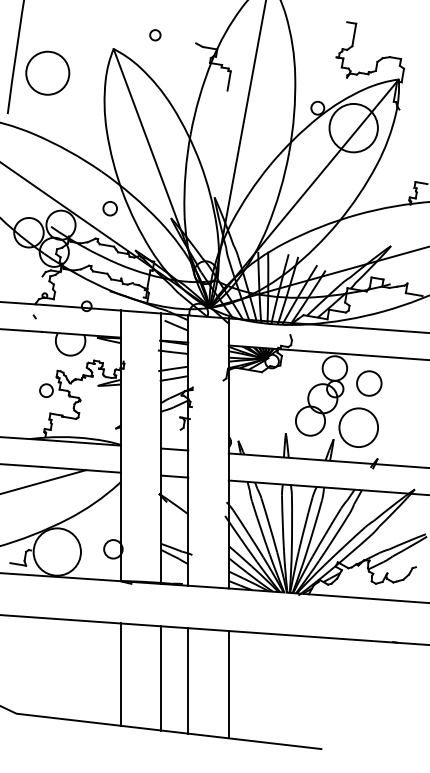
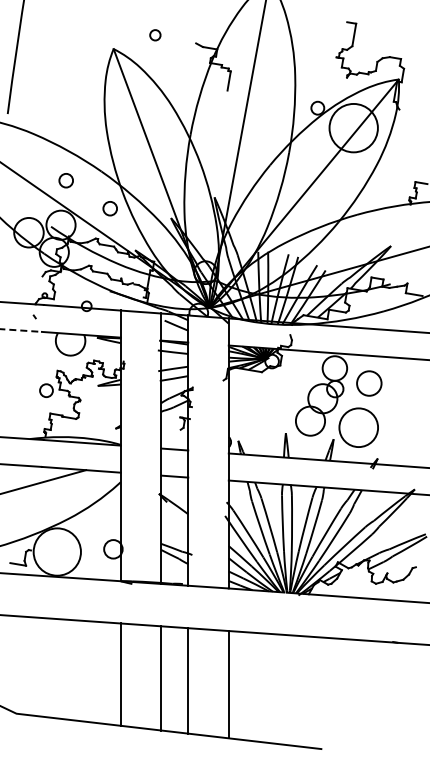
circle at (47, 72): present -> none
circle at (65, 180): none -> present
line at (21, 330): solid -> dashed
